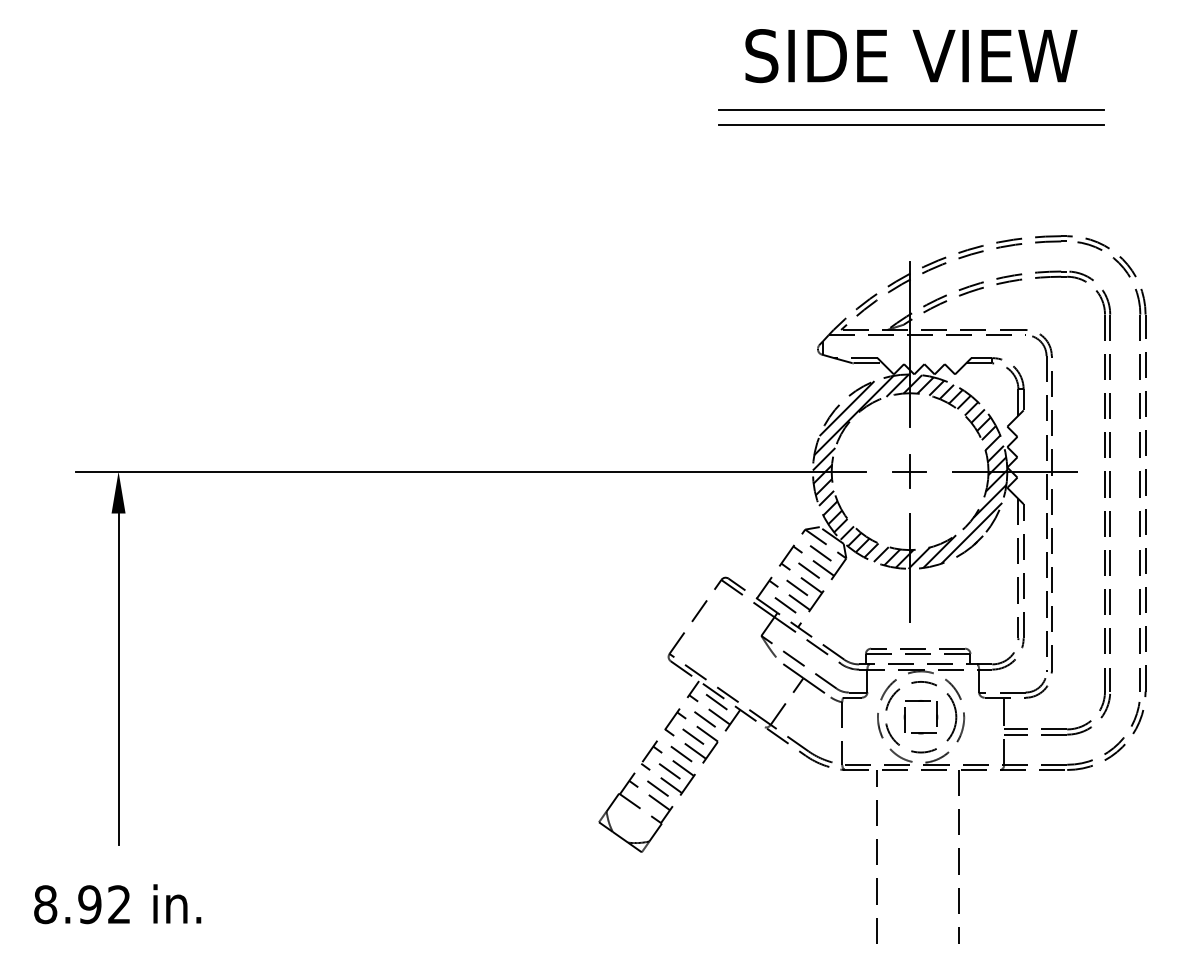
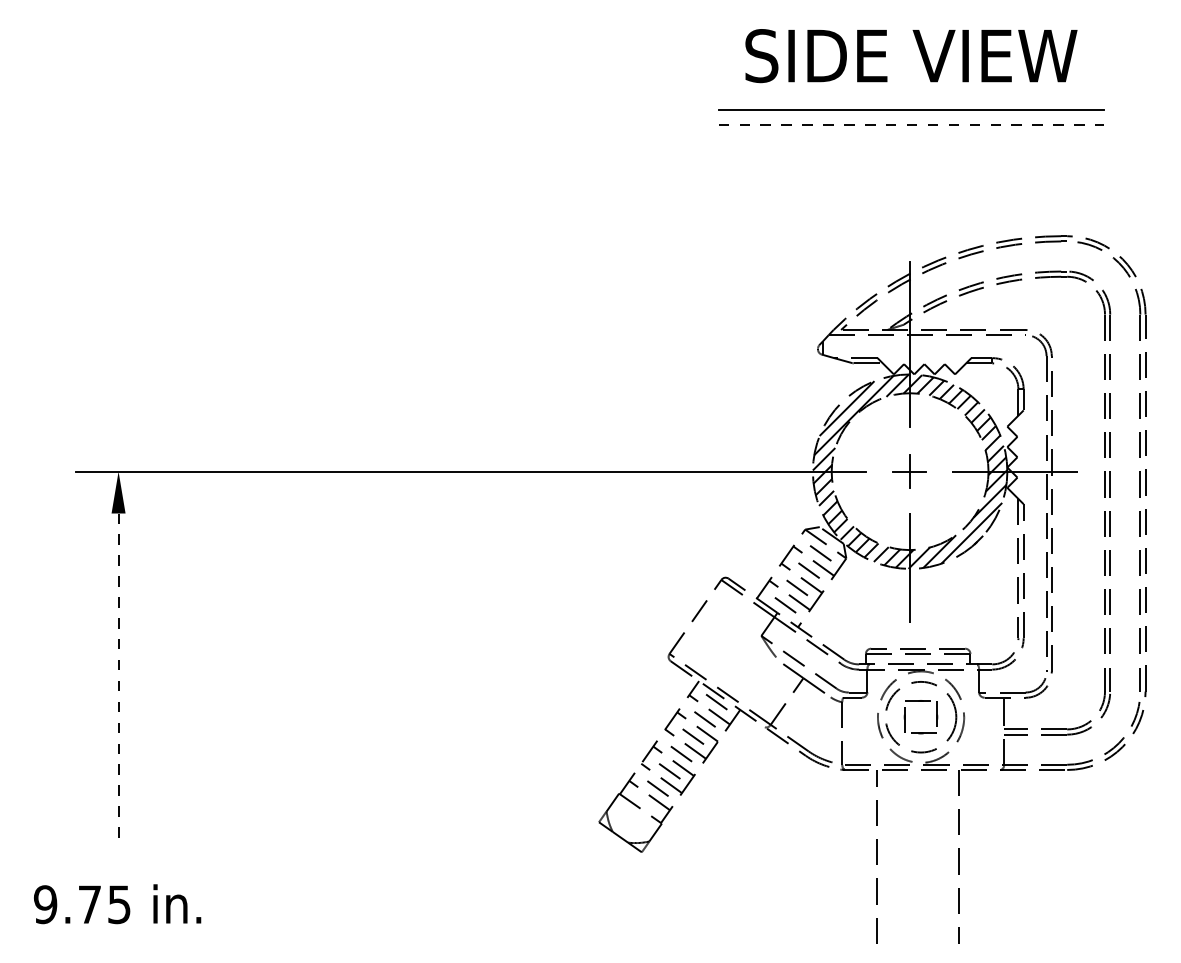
line at (911, 124): solid -> dashed
line at (118, 679): solid -> dashed
text at (82, 904): 8.92 -> 9.75
